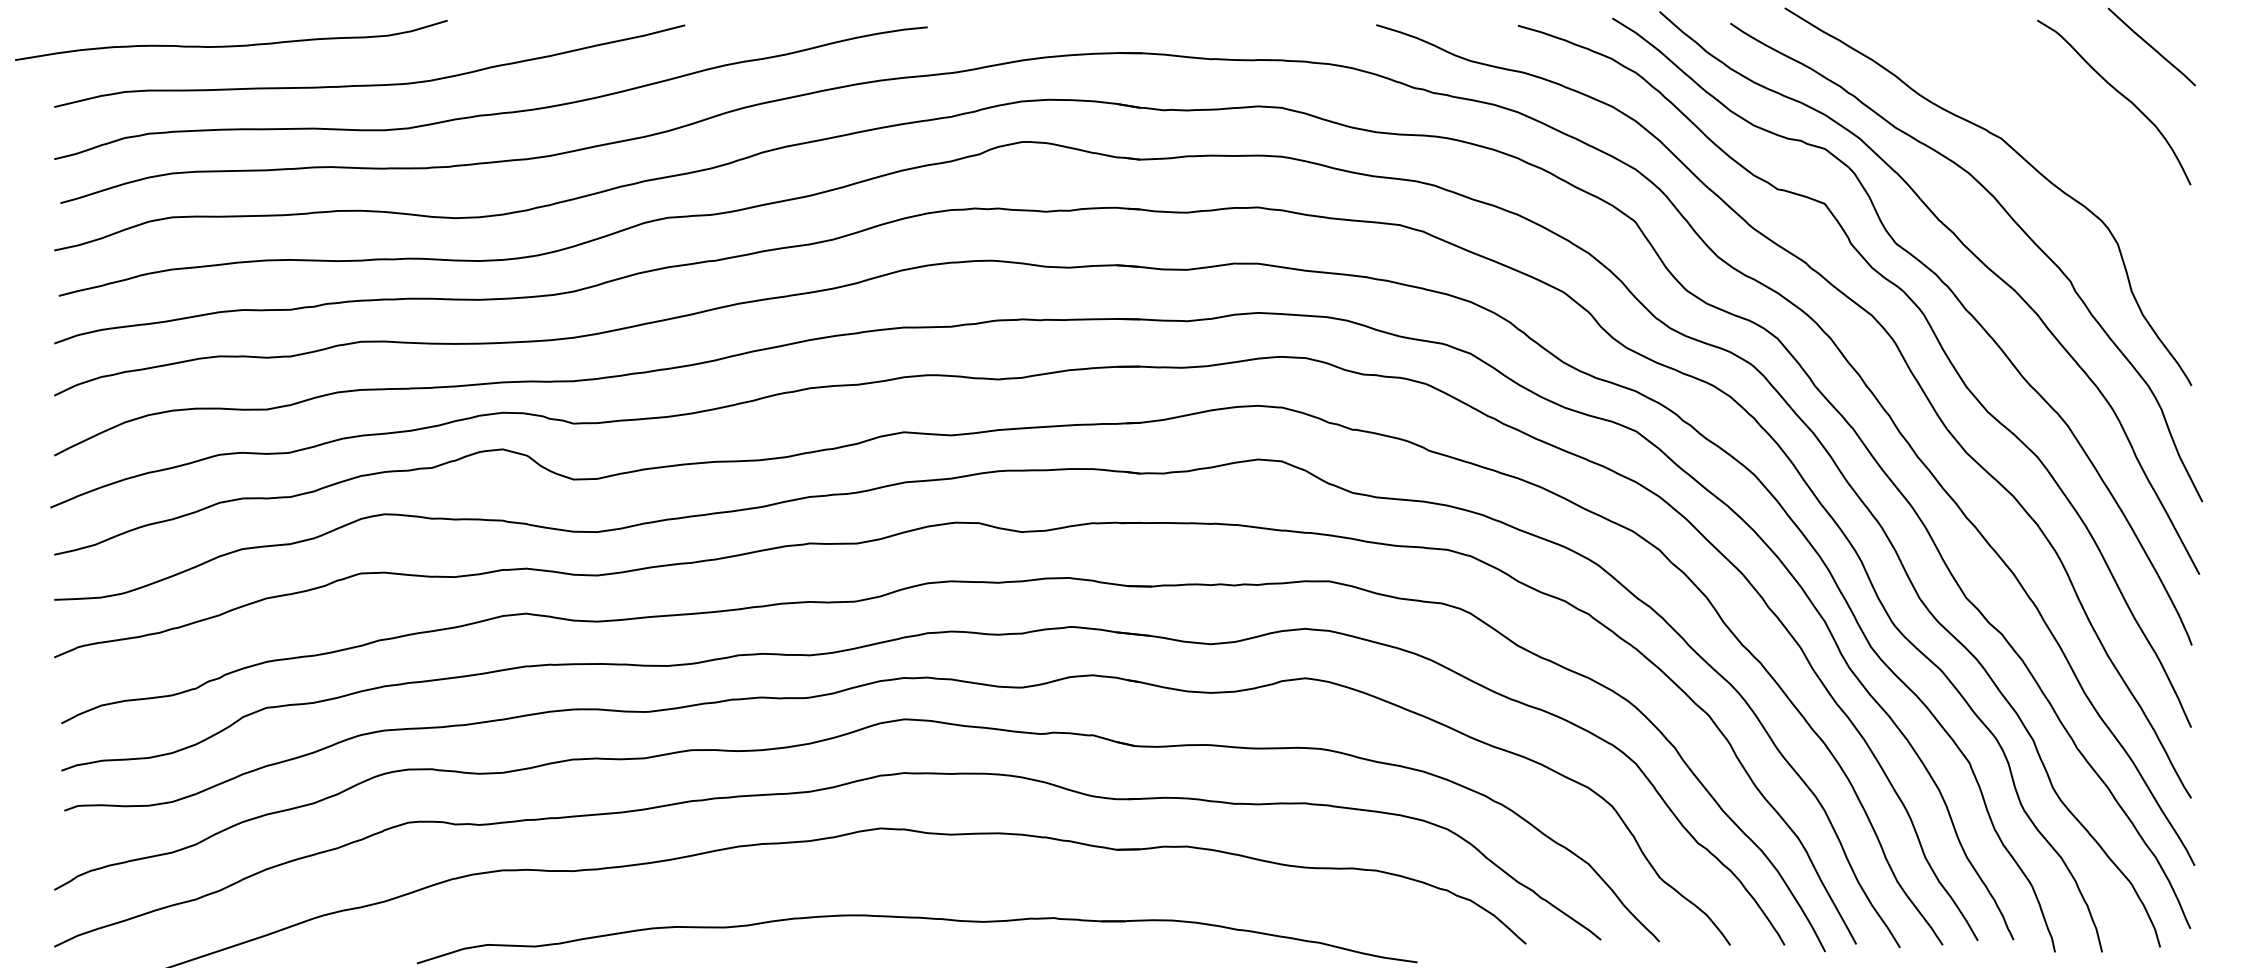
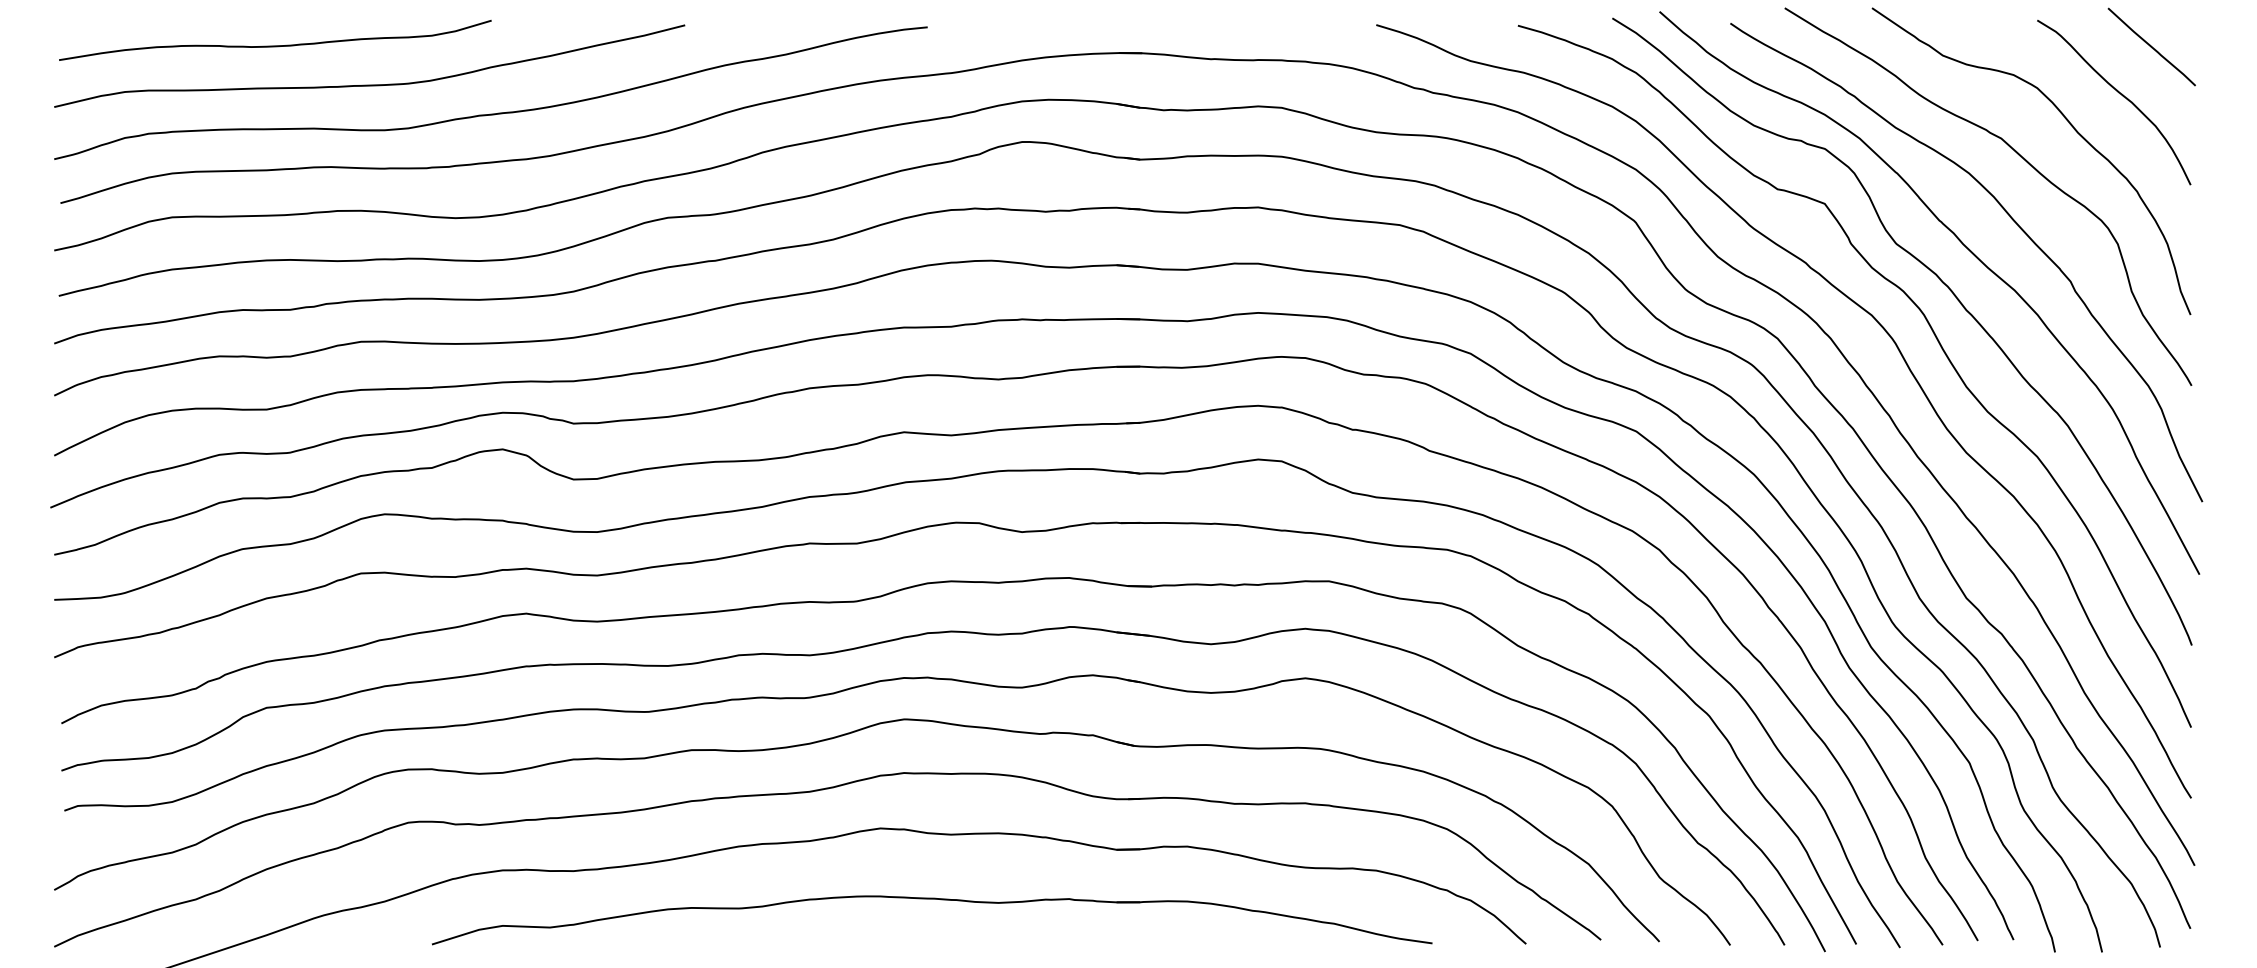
curve at (231, 45) position: (231, 45) -> (275, 45)
curve at (2074, 130): none -> present
part at (917, 918) position: (917, 918) -> (932, 899)
